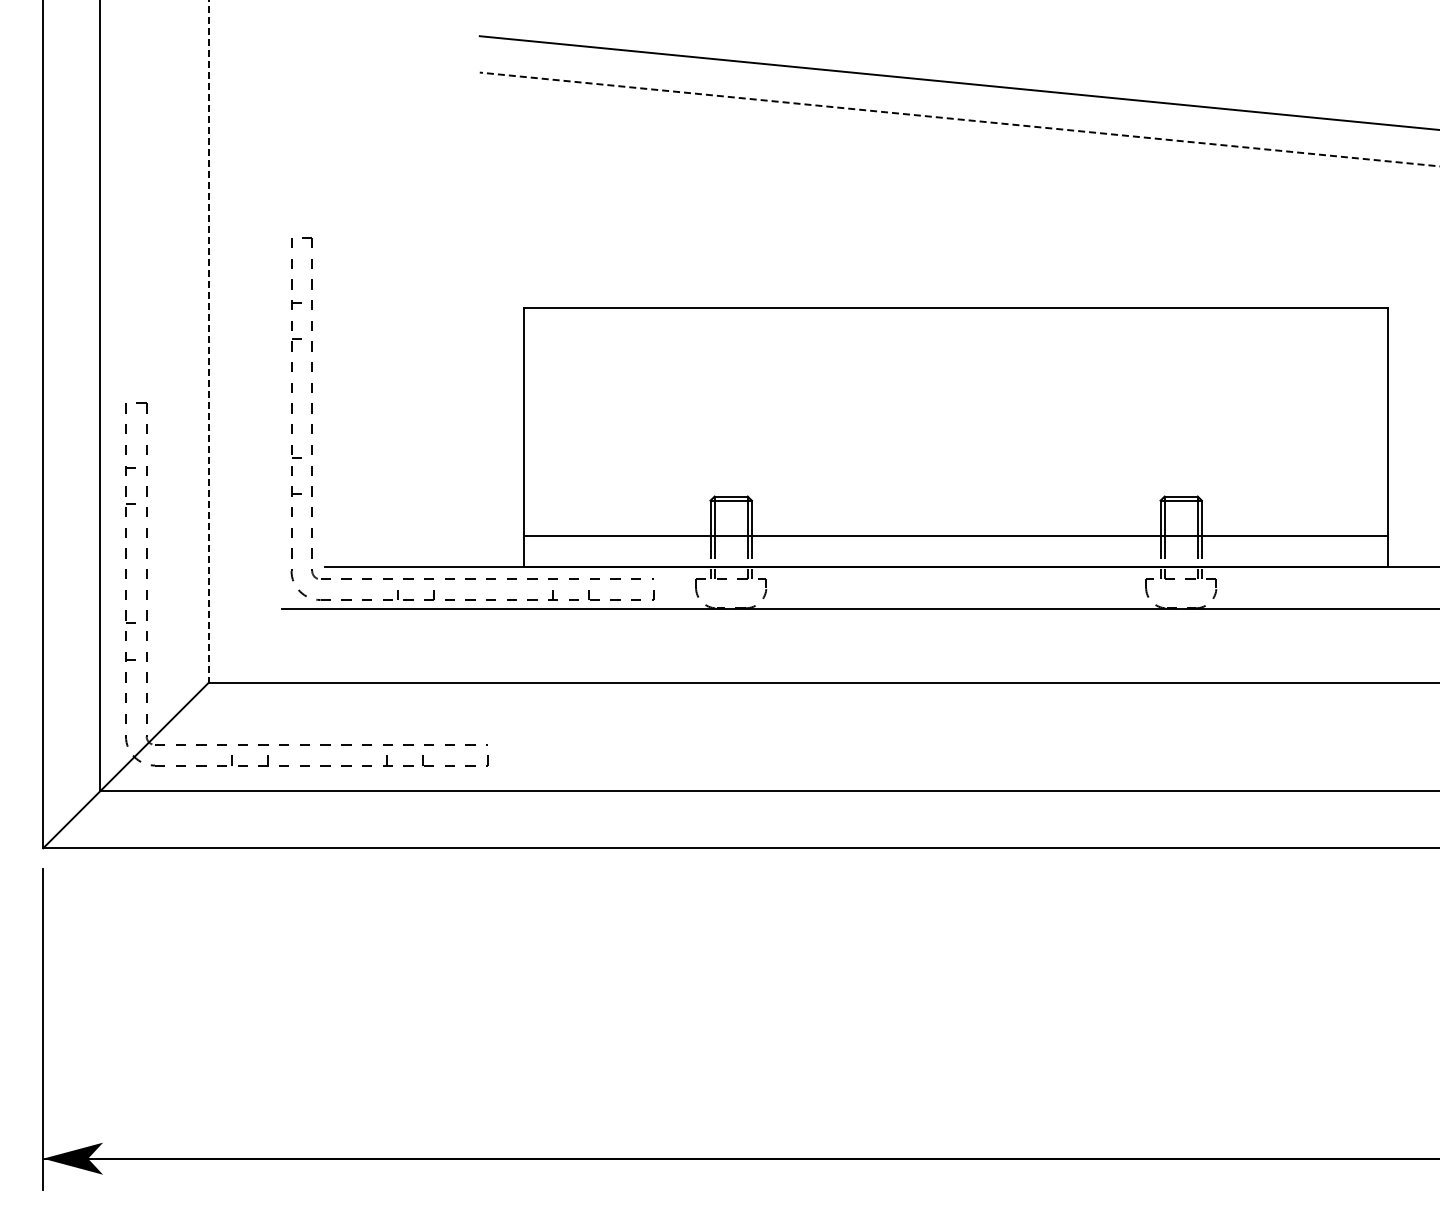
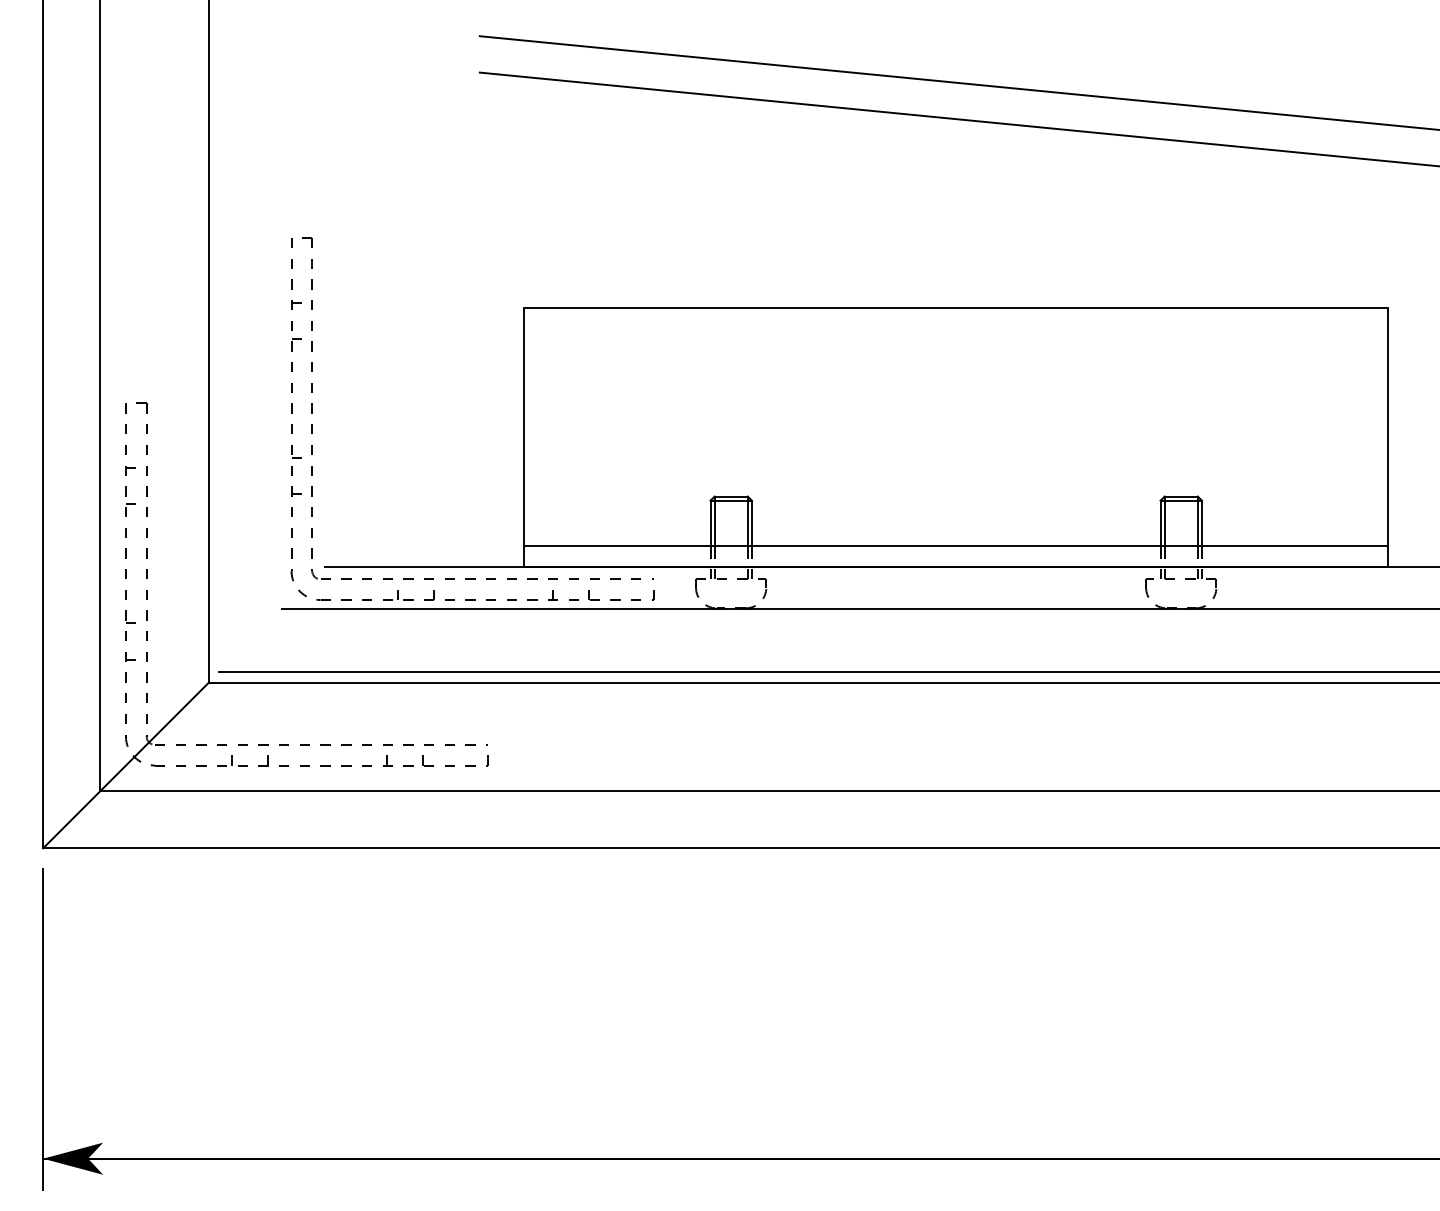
line at (959, 119): dashed -> solid
line at (208, 341): dashed -> solid
line at (956, 536) position: (956, 536) -> (956, 546)
line at (827, 672): none -> present
